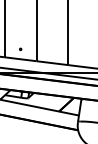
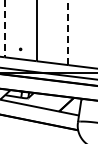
line at (4, 29): solid -> dashed
line at (68, 33): solid -> dashed
